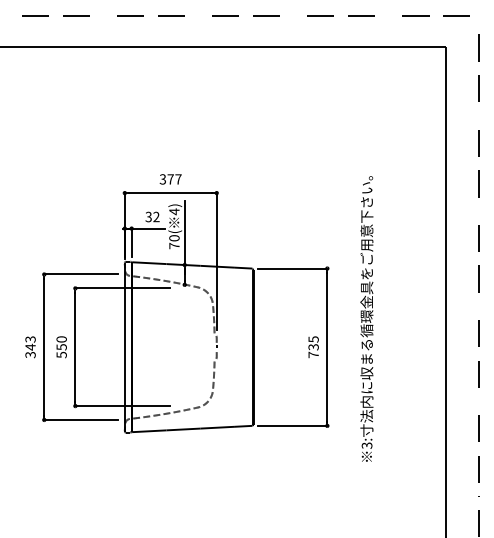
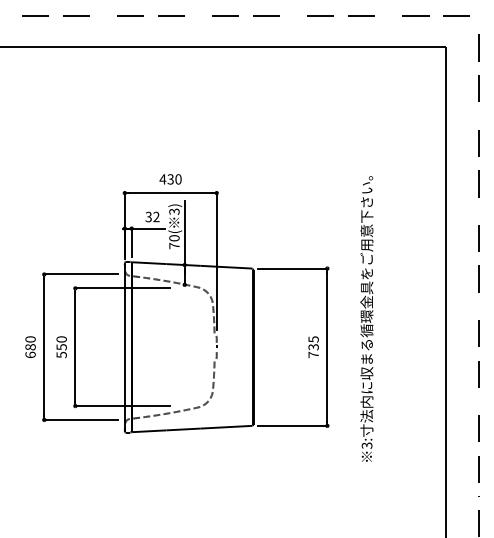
text at (170, 179): 377 -> 430
text at (174, 211): 4) -> 3)
text at (30, 347): 343 -> 680
